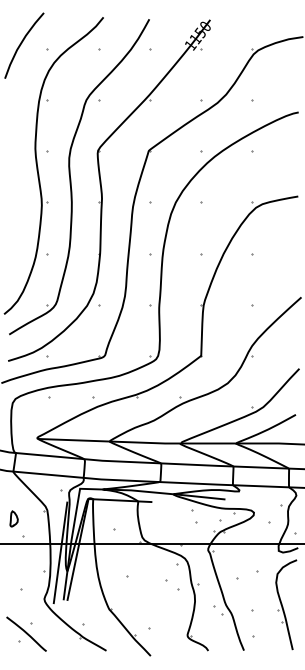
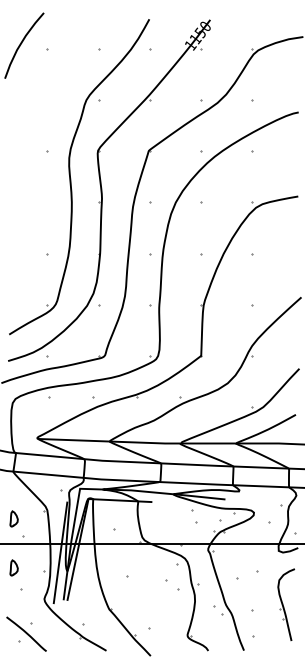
part at (38, 167): present -> none
part at (13, 567): none -> present
part at (286, 604) size: 23x92 px -> 19x73 px
